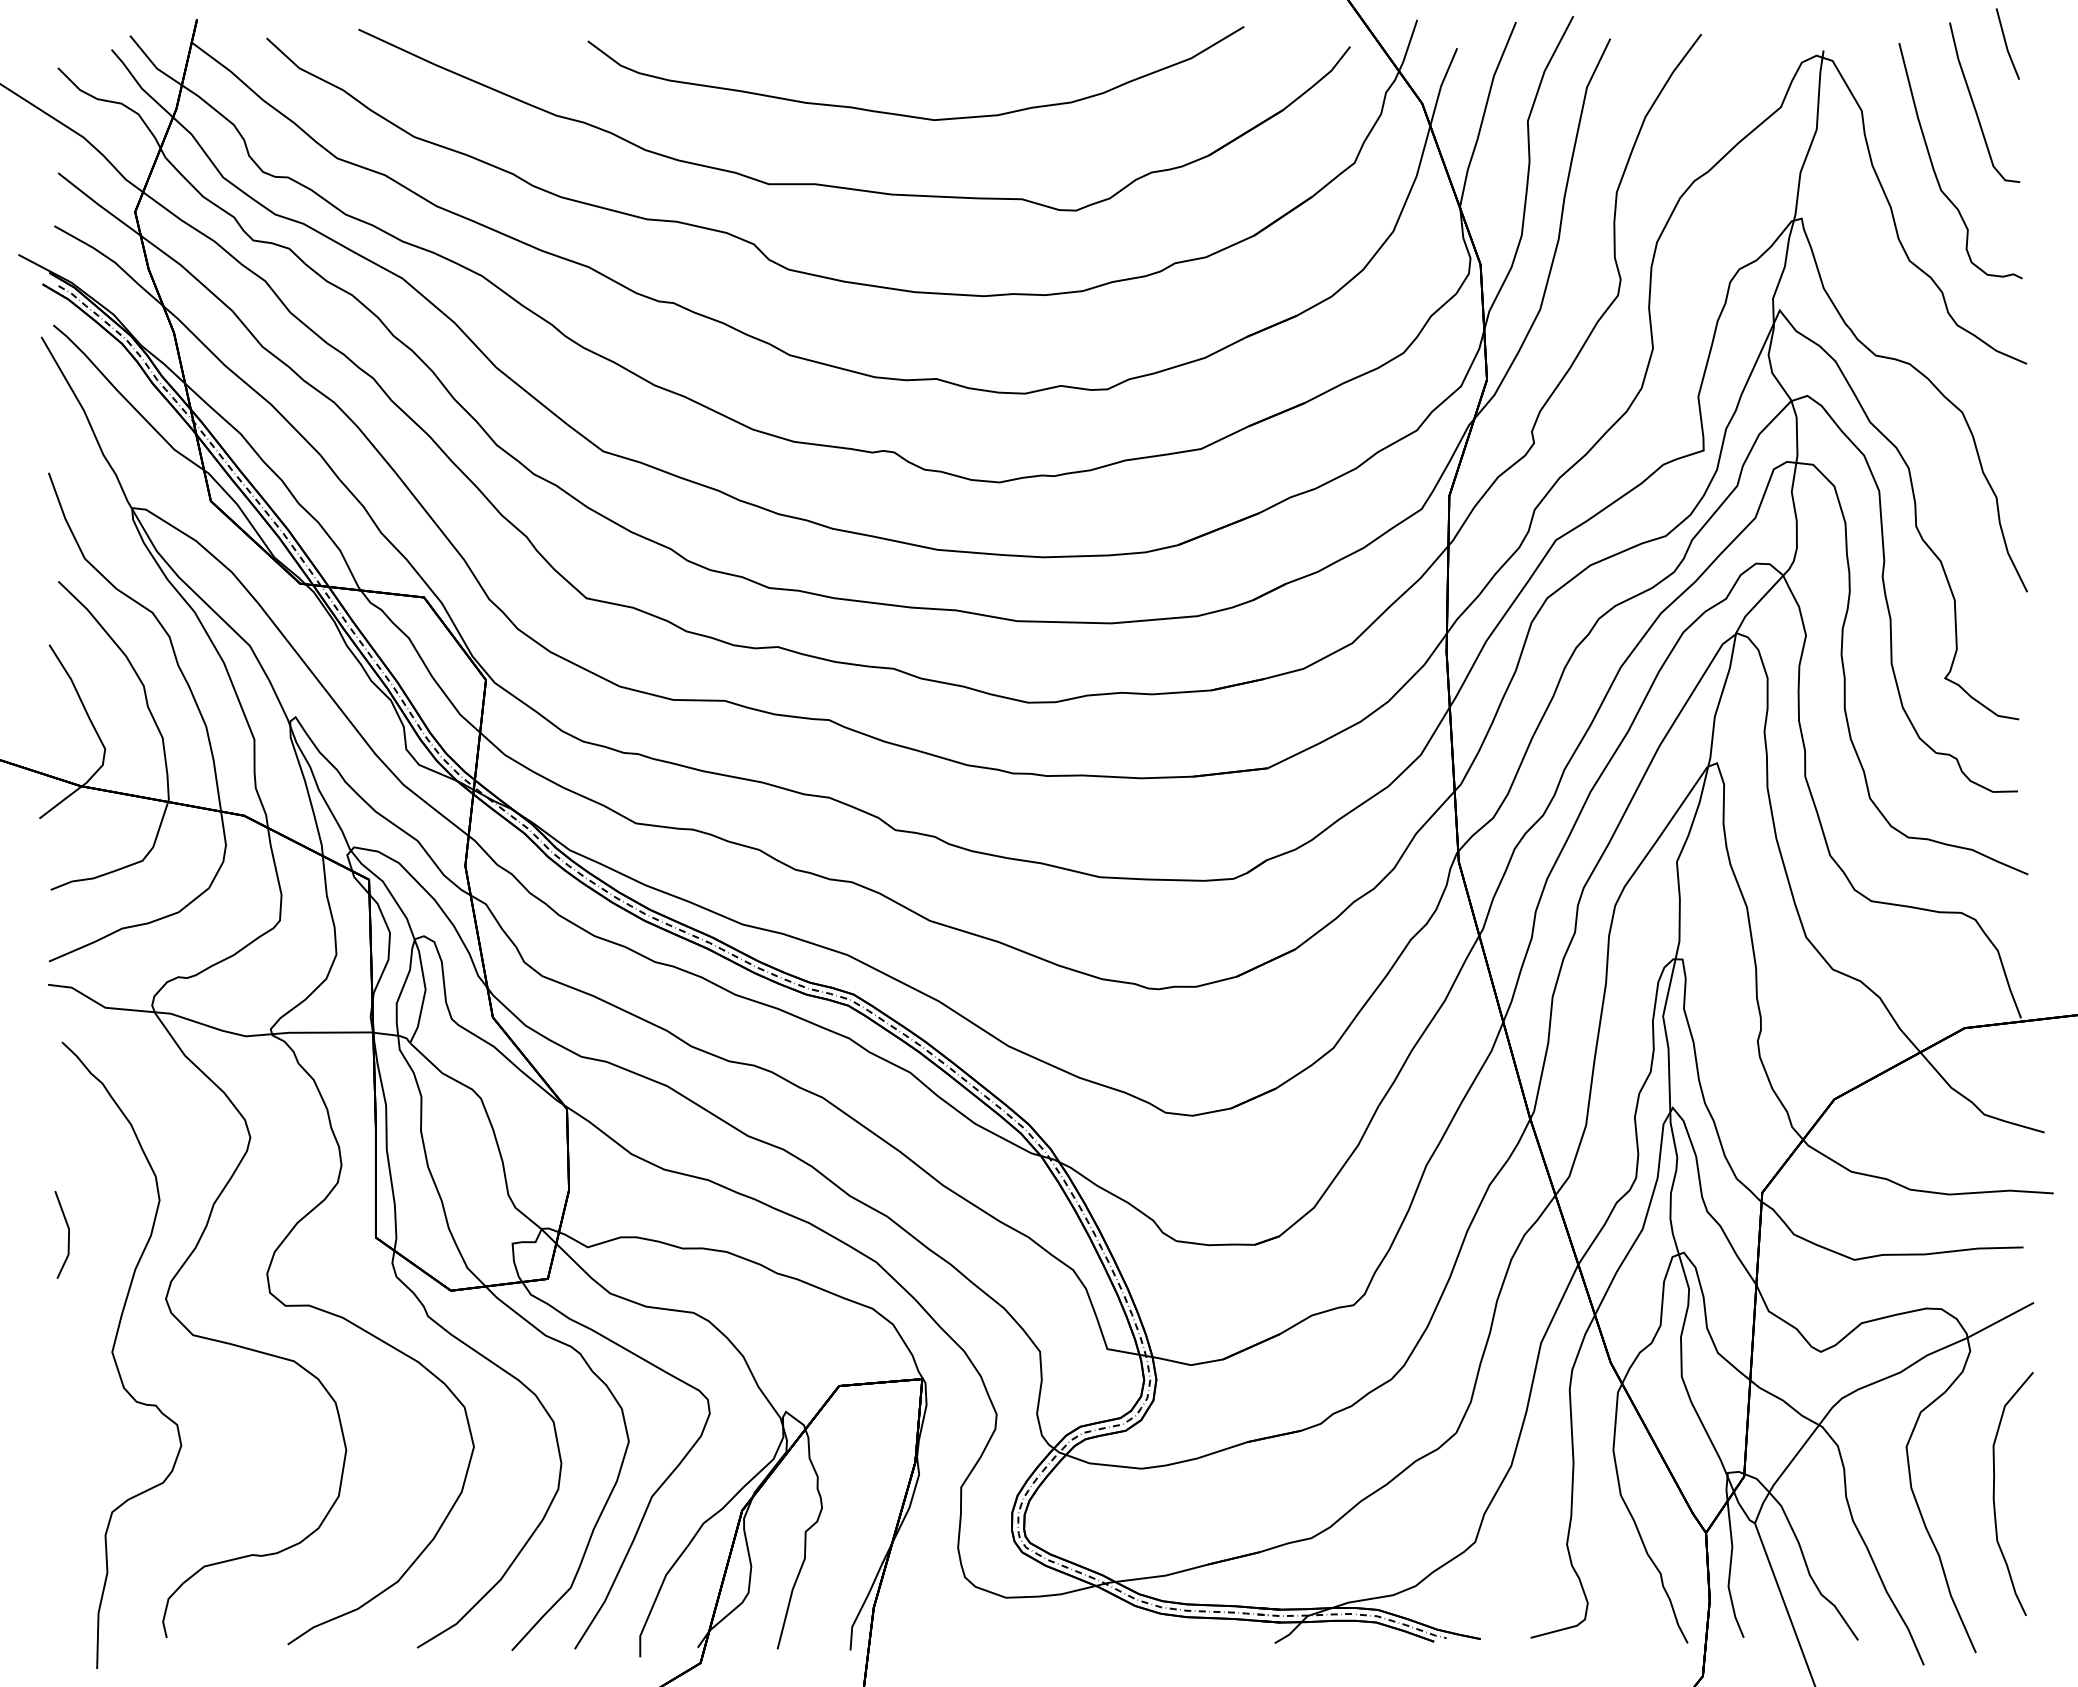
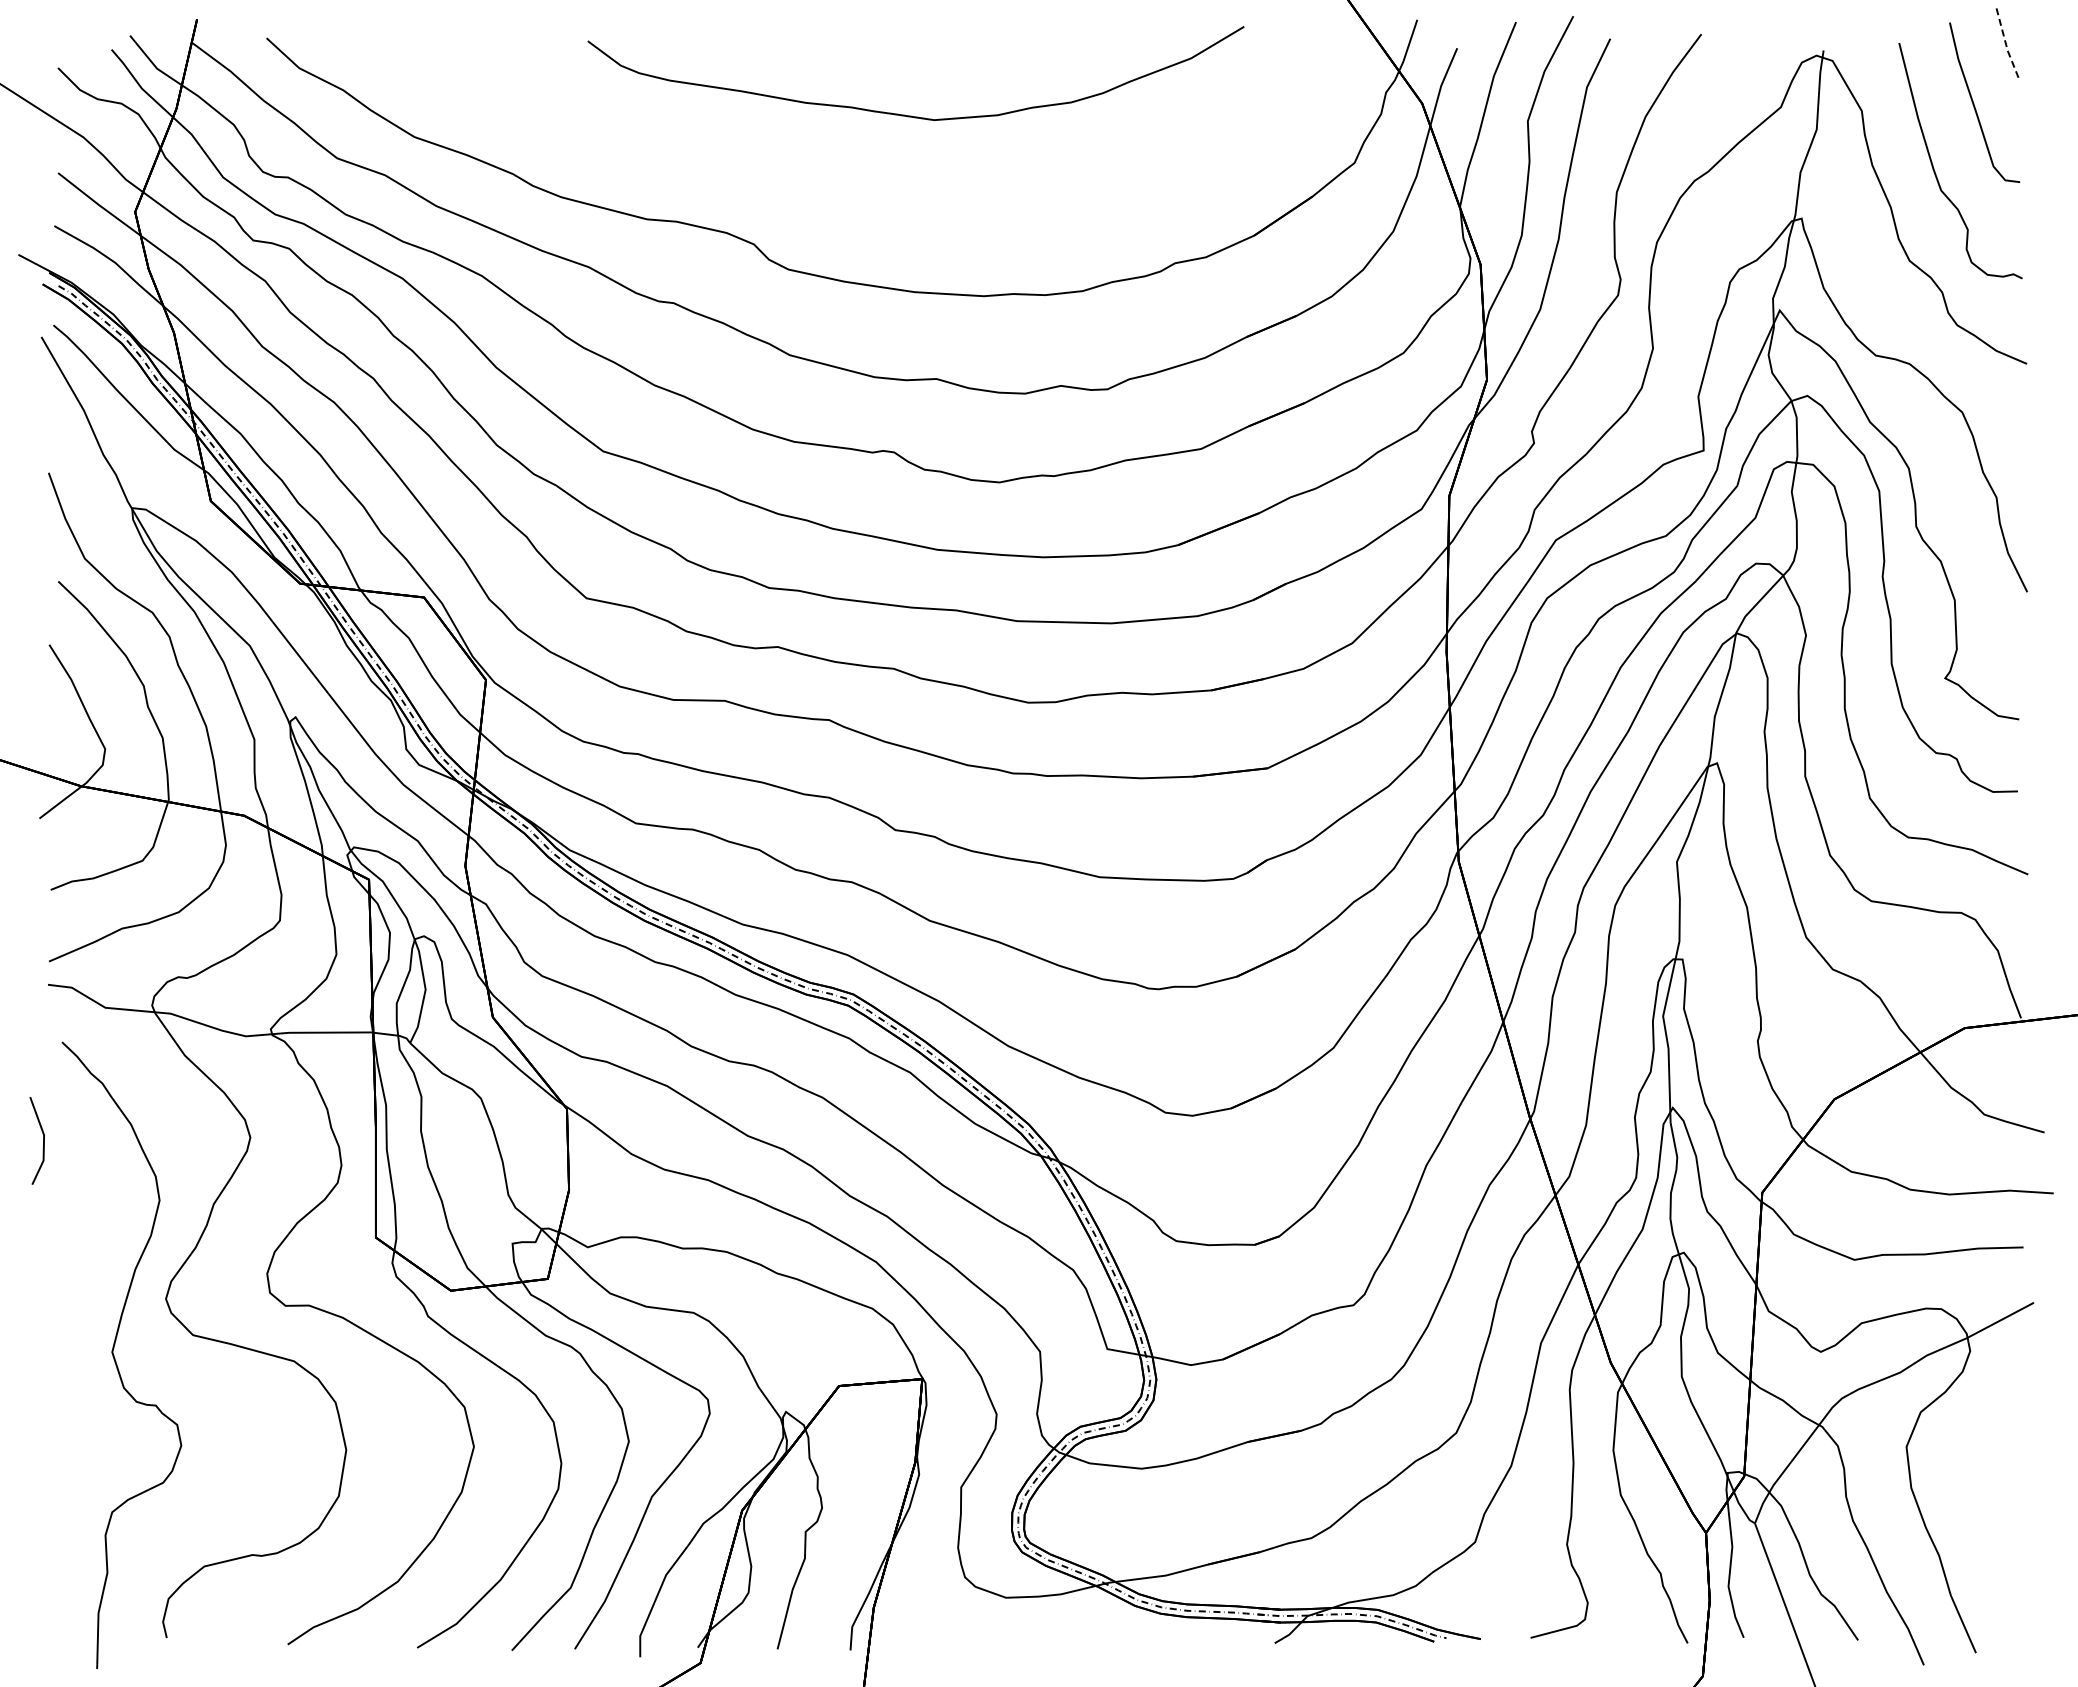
line at (2006, 45): solid -> dashed
part at (841, 186): present -> none
line at (68, 1234) position: (68, 1234) -> (43, 1140)
curve at (1994, 1493): present -> none
